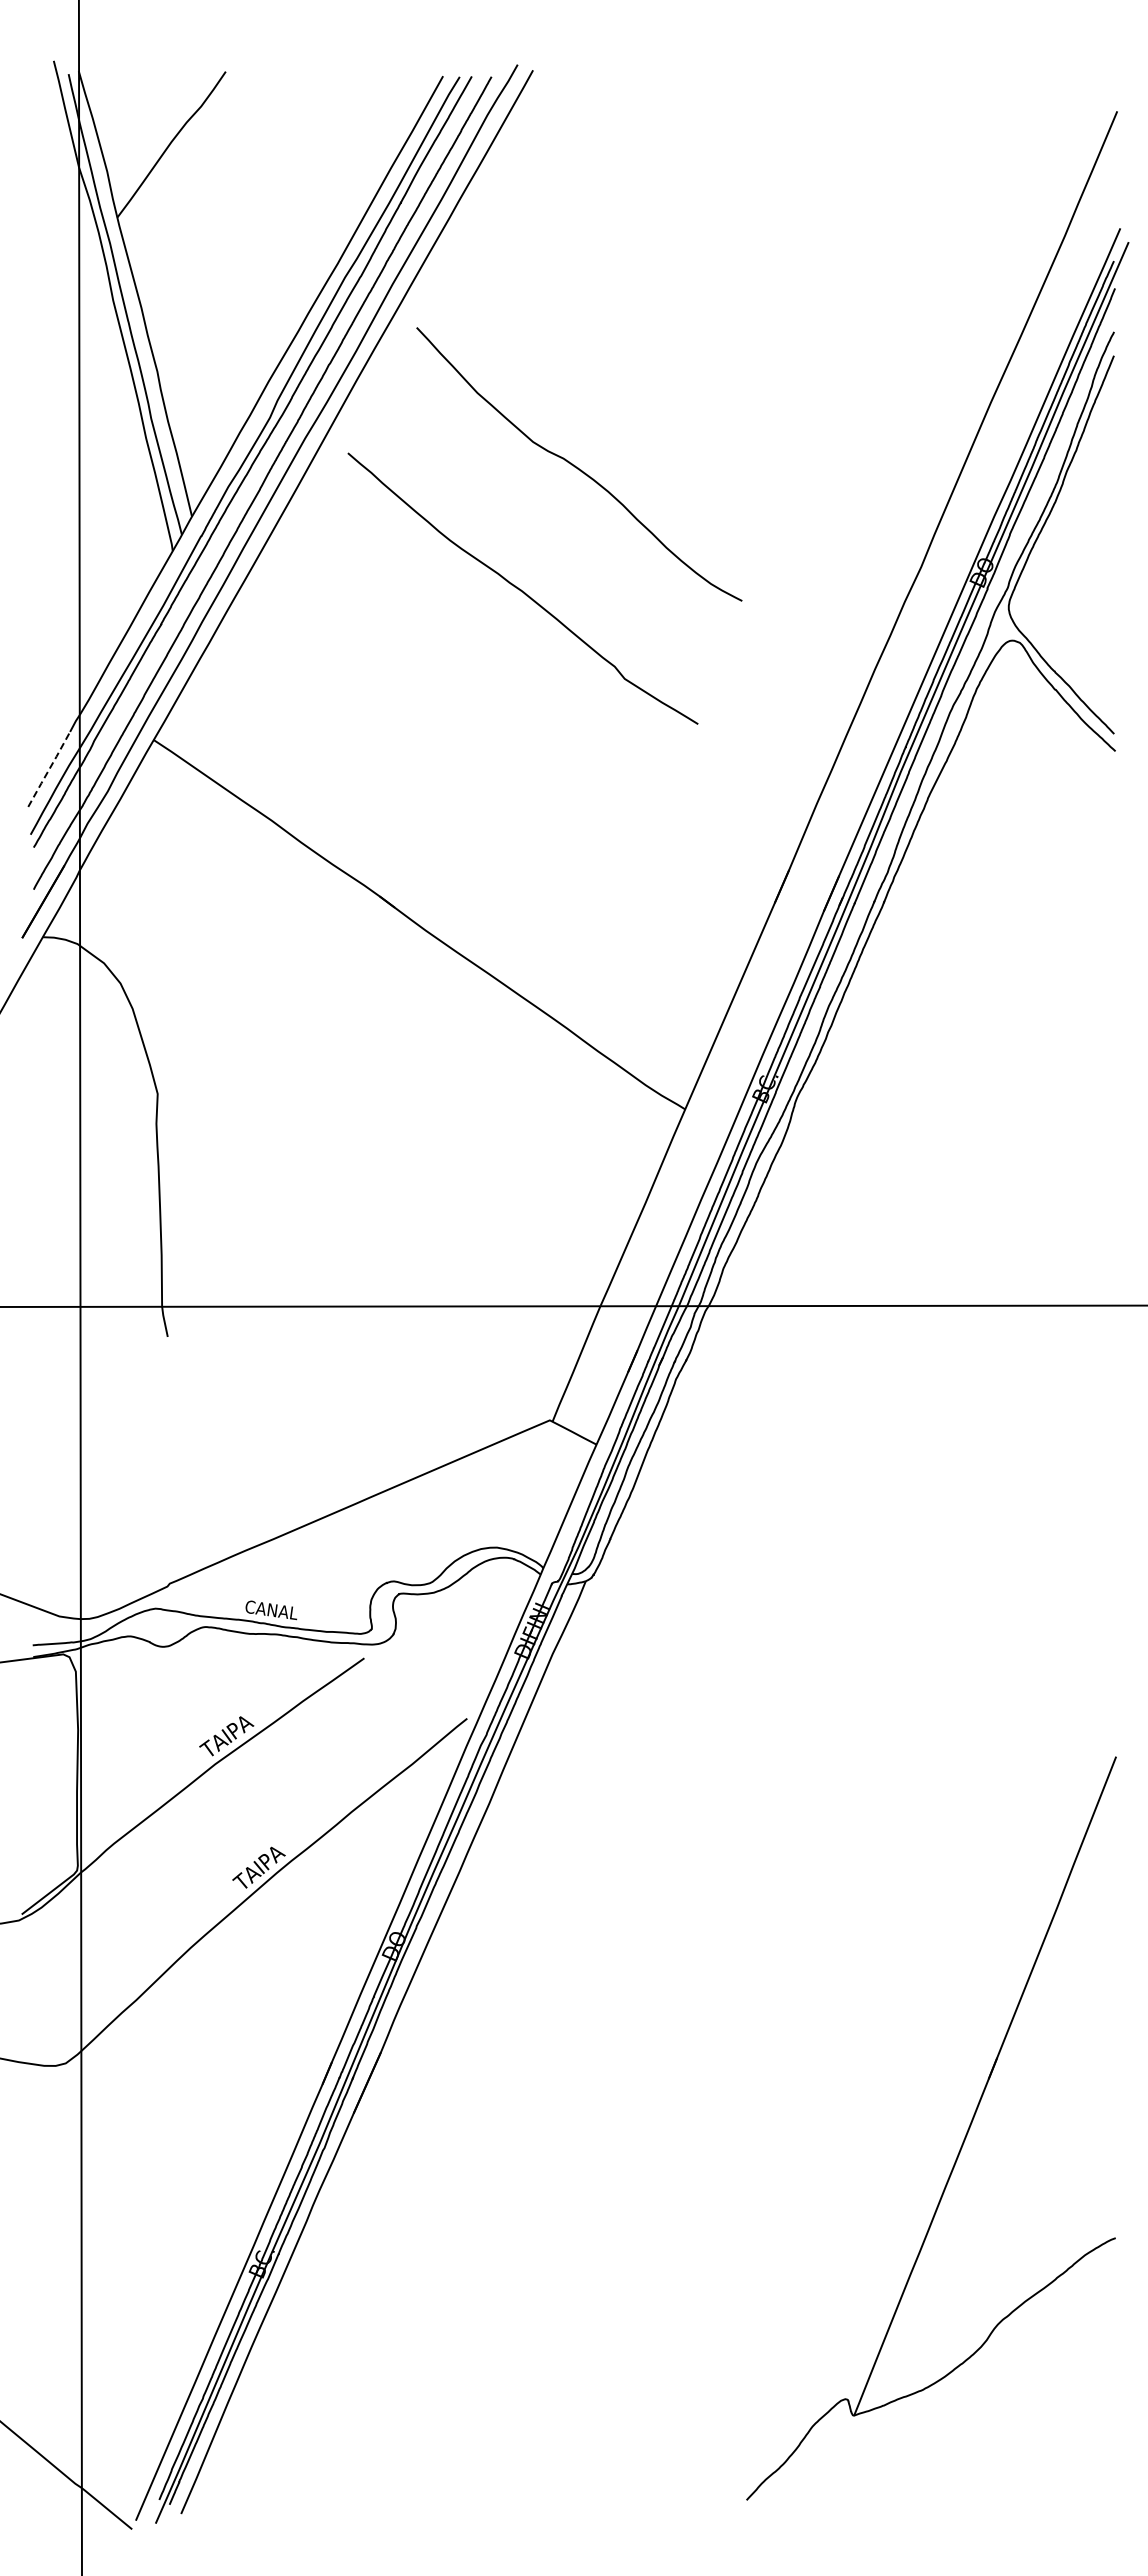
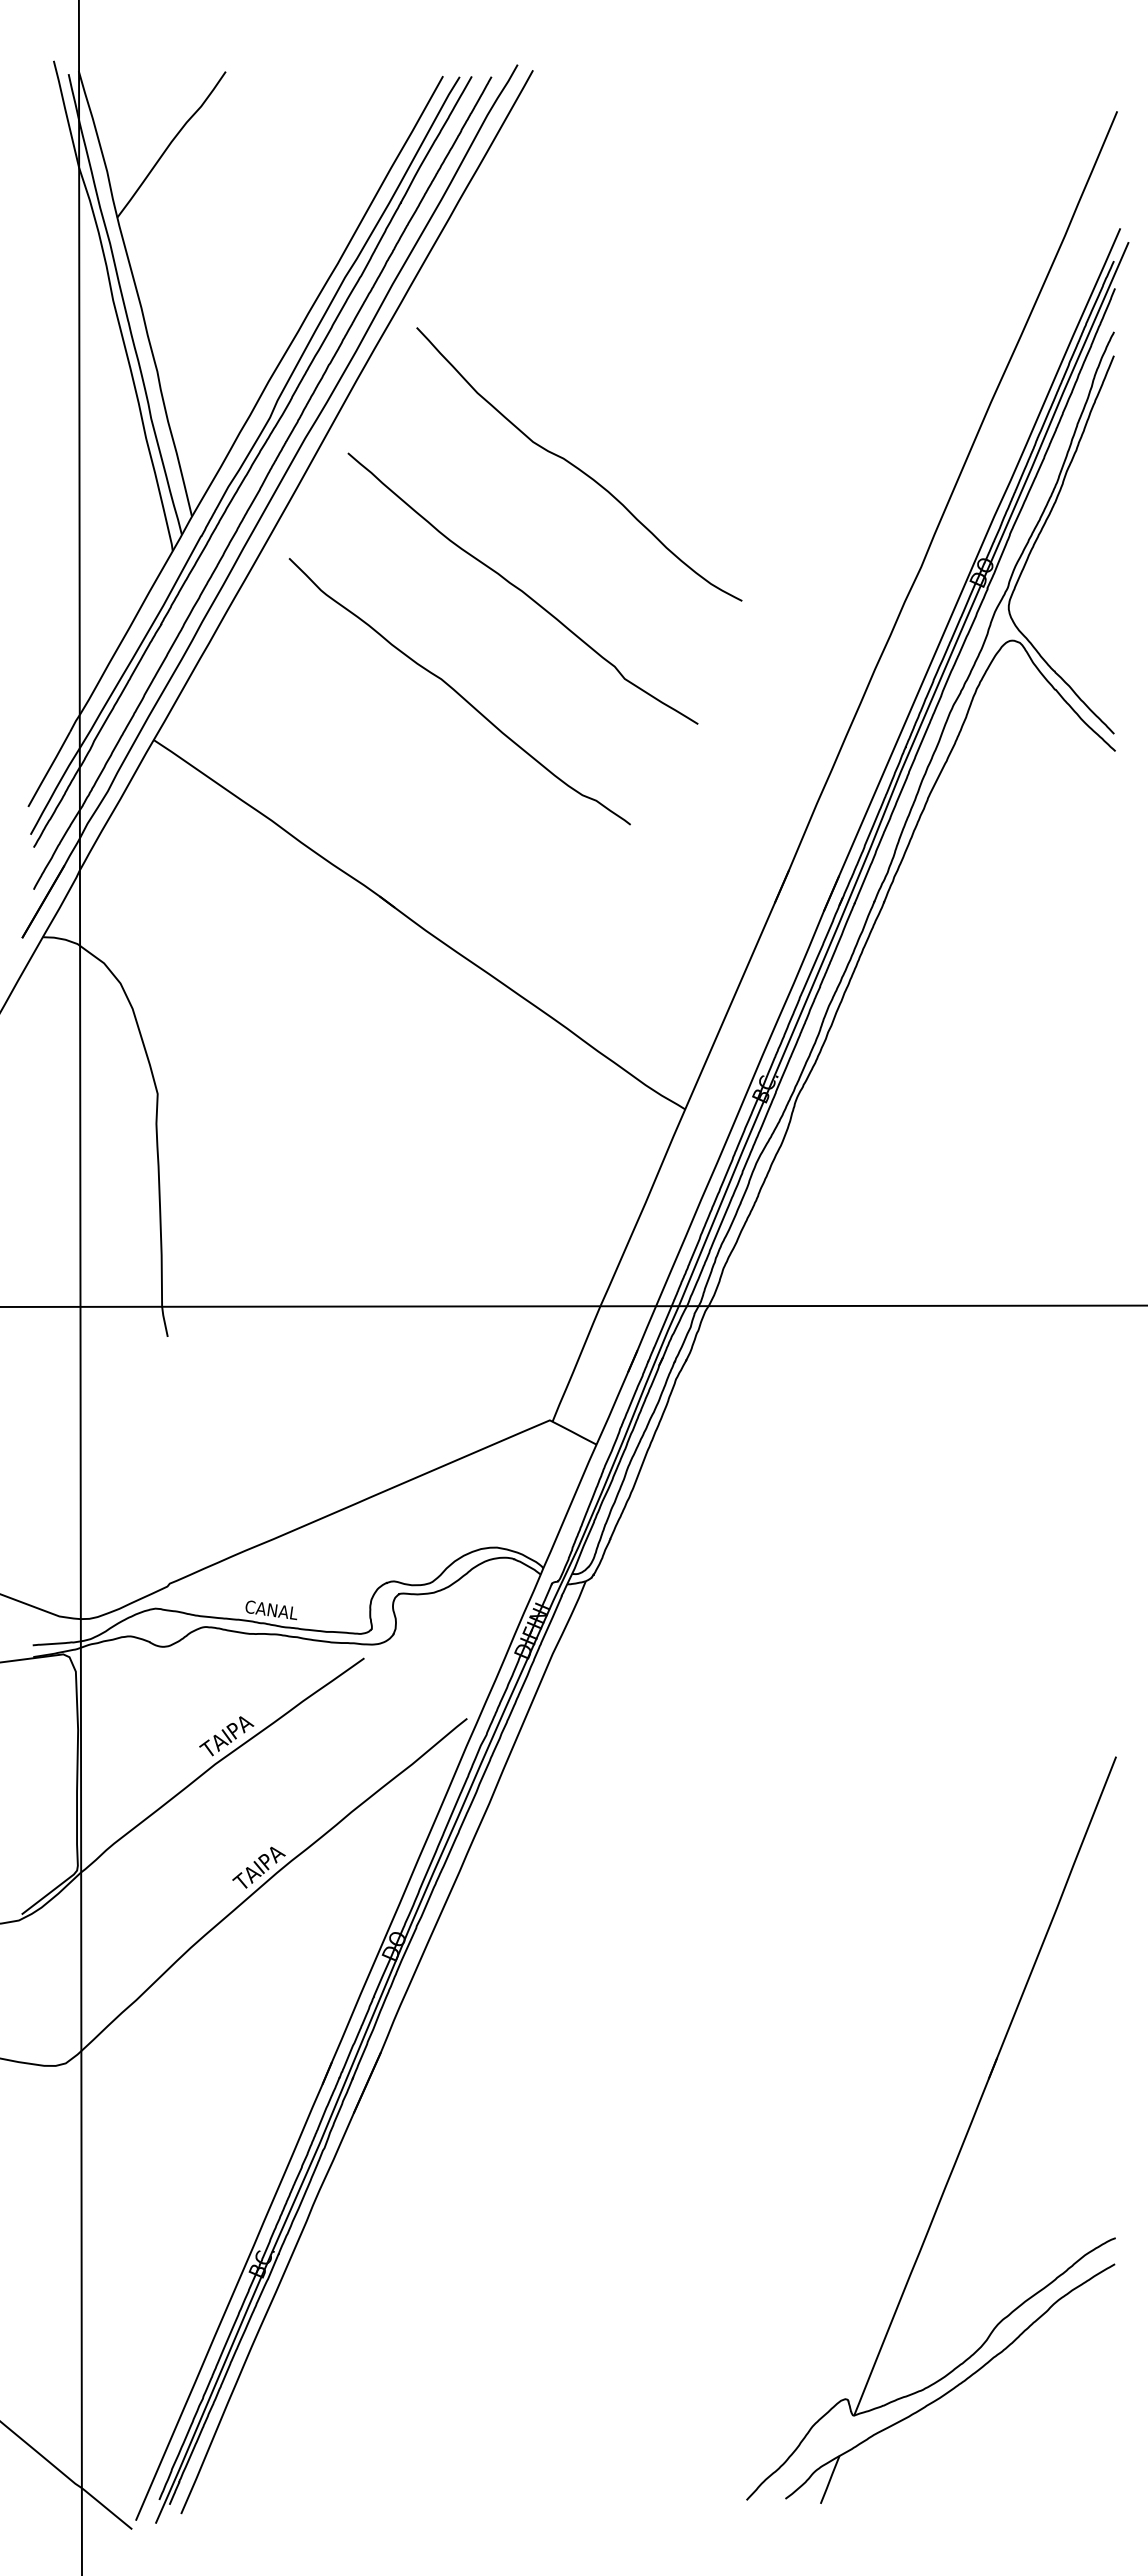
curve at (458, 692): none -> present
line at (49, 768): dashed -> solid
part at (950, 2383): none -> present
